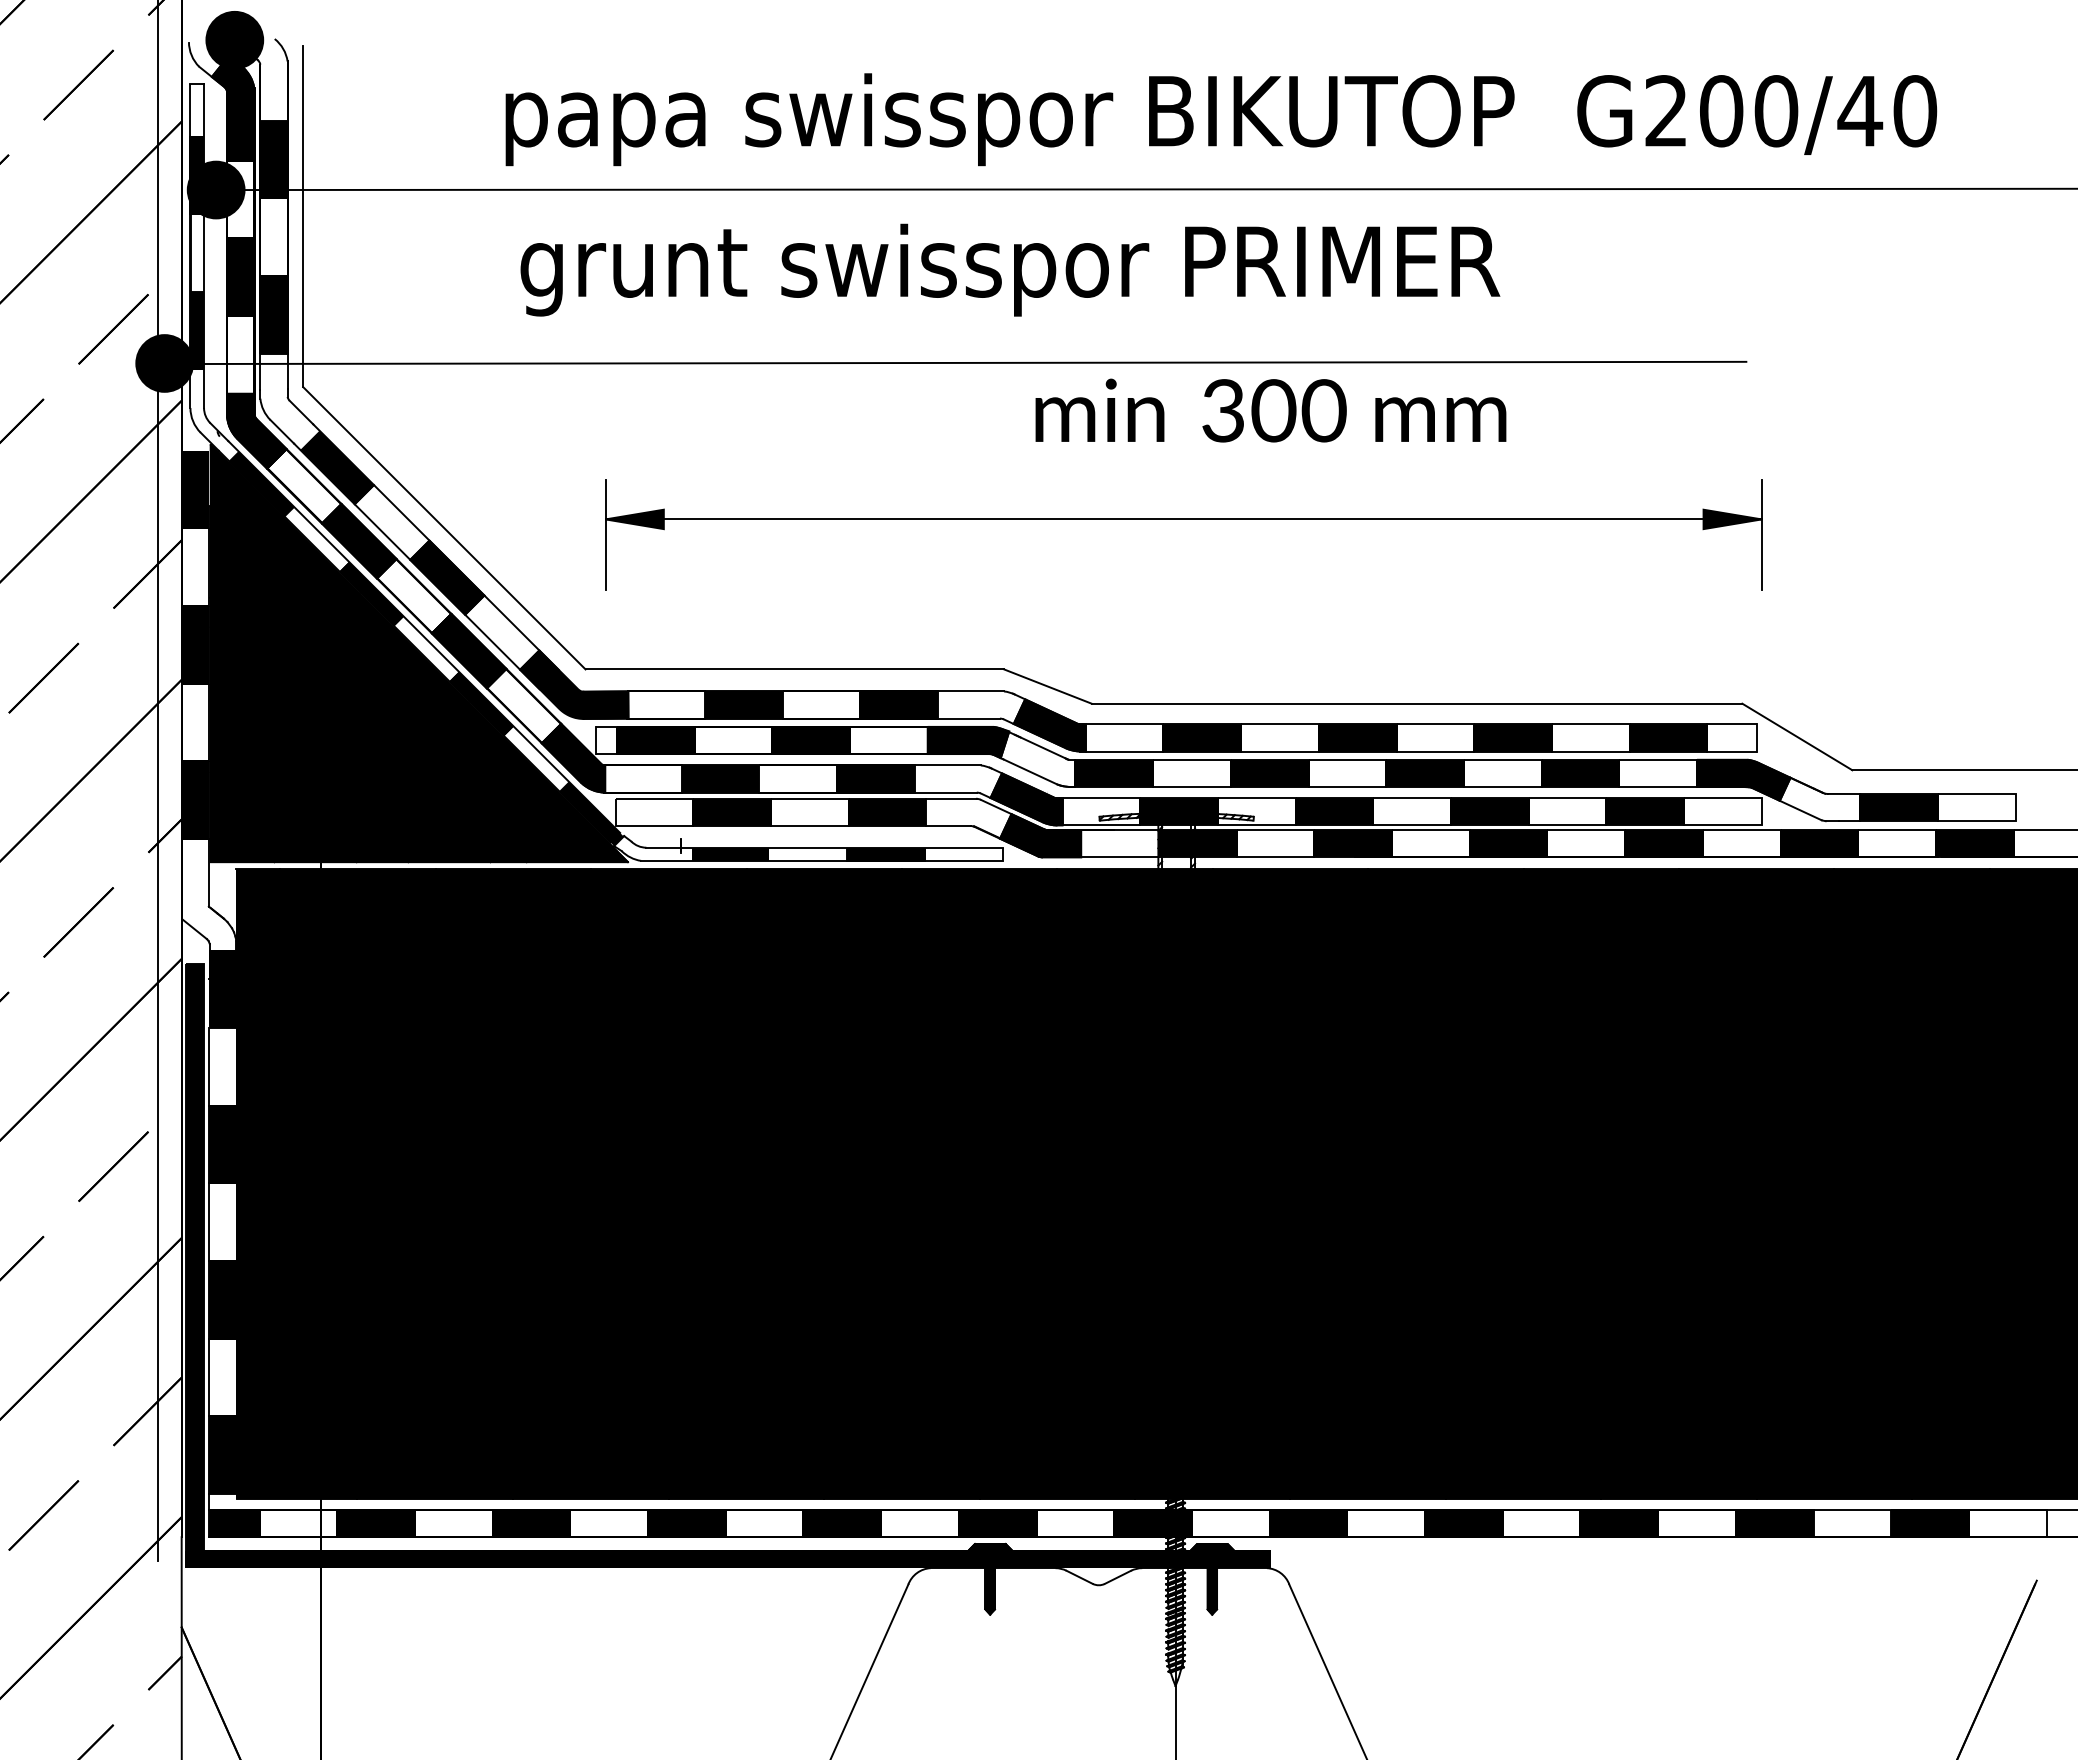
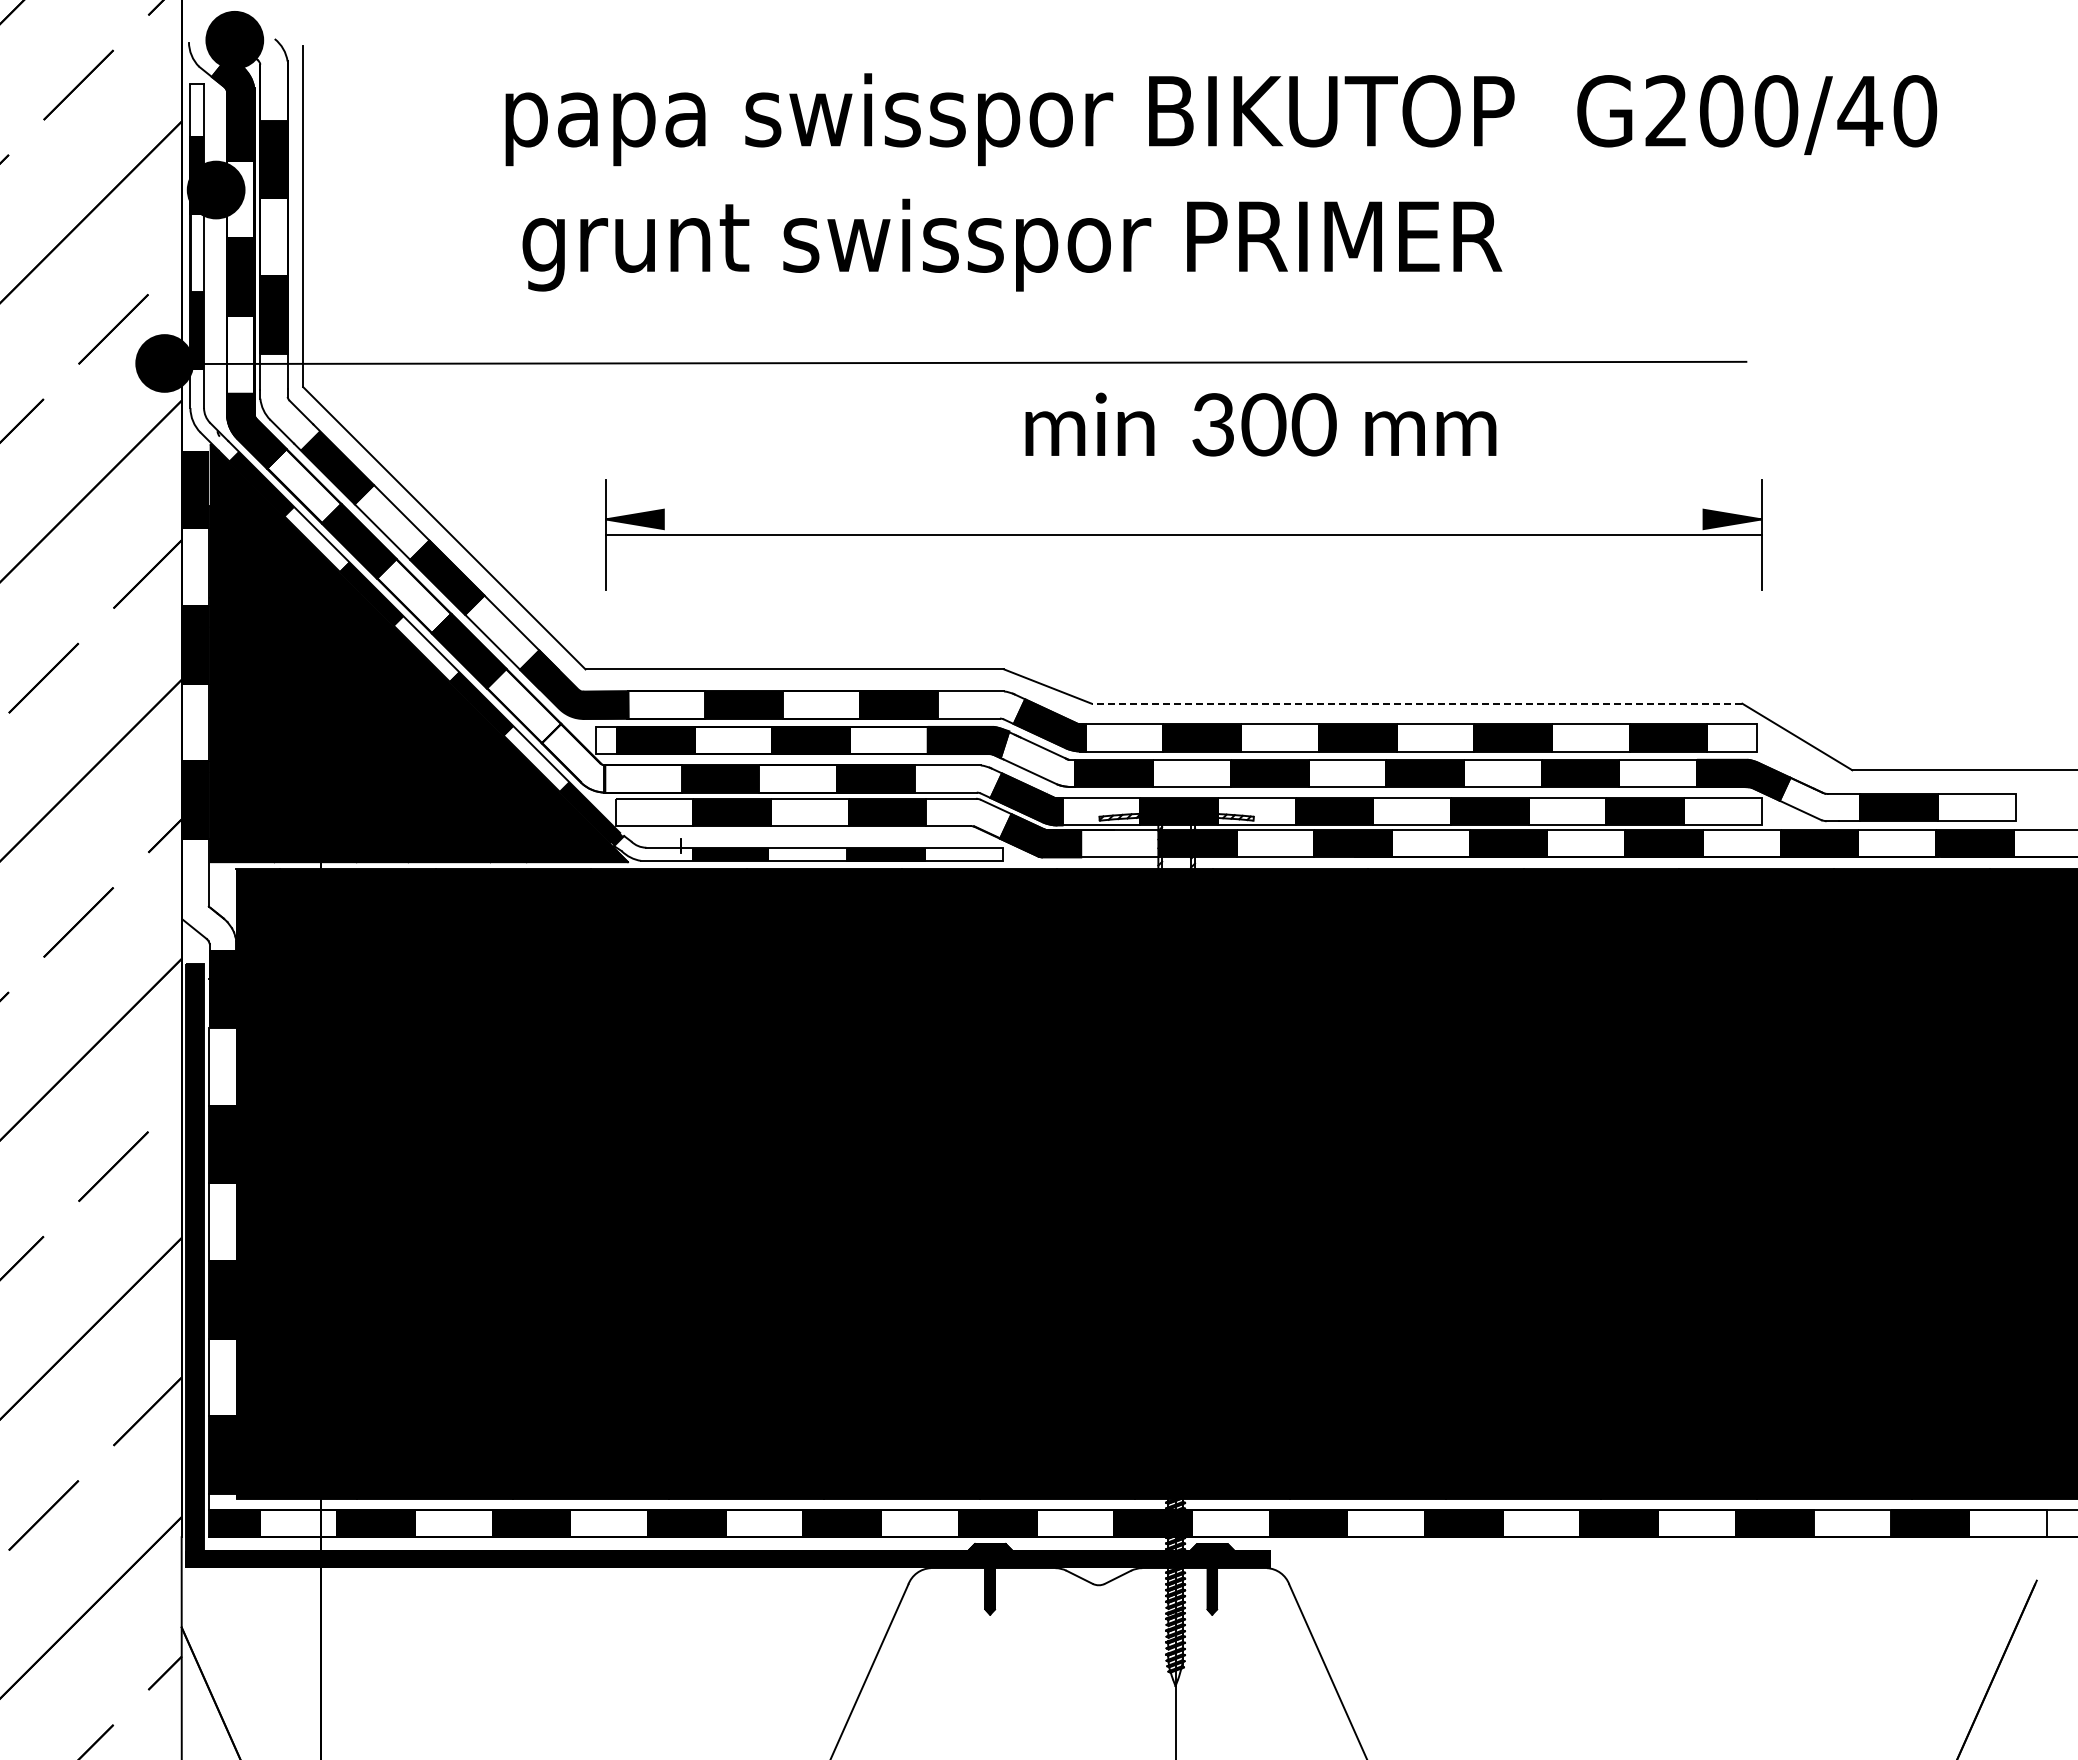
line at (1145, 189): present -> none
text at (1010, 269) position: (1010, 269) -> (1012, 244)
text at (1270, 410) position: (1270, 410) -> (1260, 424)
line at (1183, 519) position: (1183, 519) -> (1183, 535)
line at (1416, 703): solid -> dashed
fill at (573, 758): present -> none
line at (158, 781): present -> none
